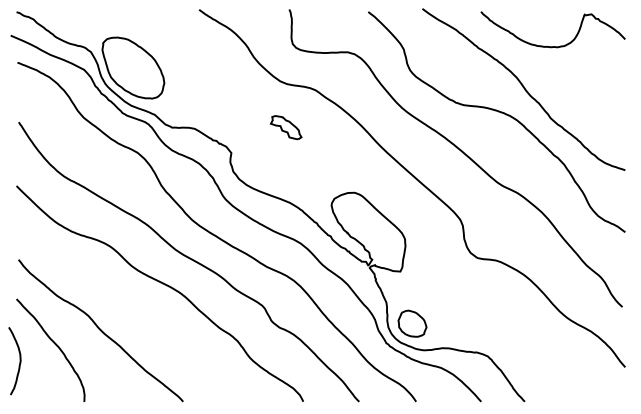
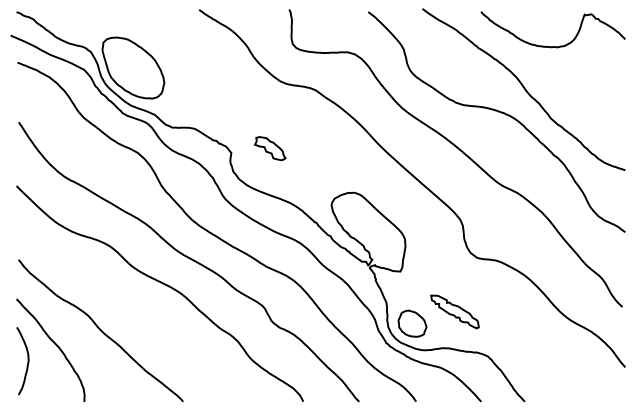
part at (285, 127) position: (285, 127) -> (269, 148)
part at (454, 311): none -> present
curve at (19, 361) position: (19, 361) -> (27, 361)
